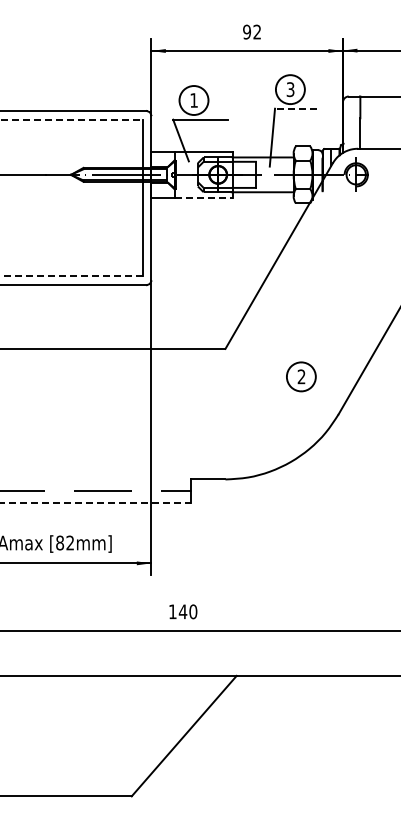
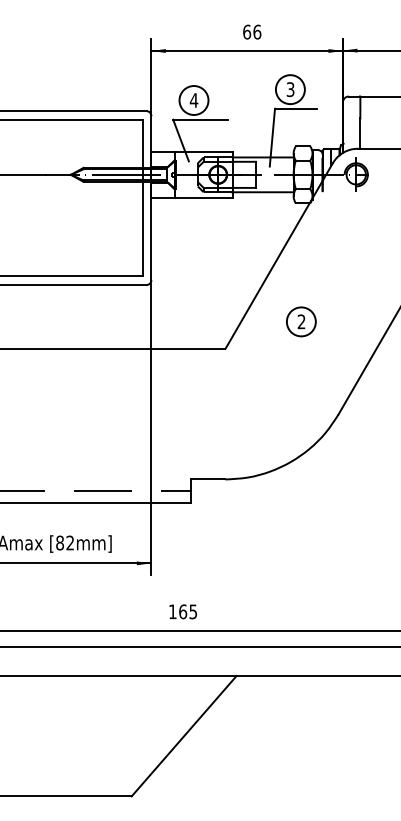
text at (252, 31): 92 -> 66
text at (193, 100): 1 -> 4
line at (295, 108): dashed -> solid
line at (71, 120): dashed -> solid
line at (204, 198): dashed -> solid
line at (70, 276): dashed -> solid
part at (301, 376) position: (301, 376) -> (301, 321)
line at (95, 502): dashed -> solid
text at (187, 611): 140 -> 165
line at (199, 646): none -> present
